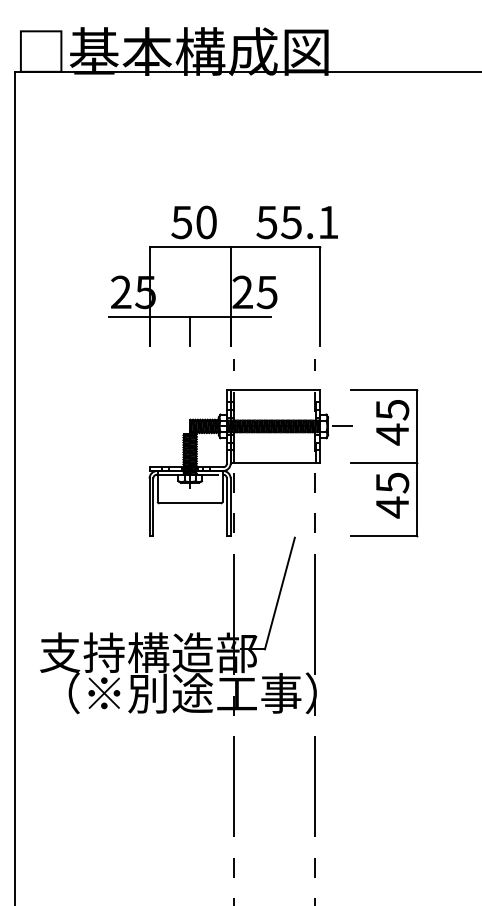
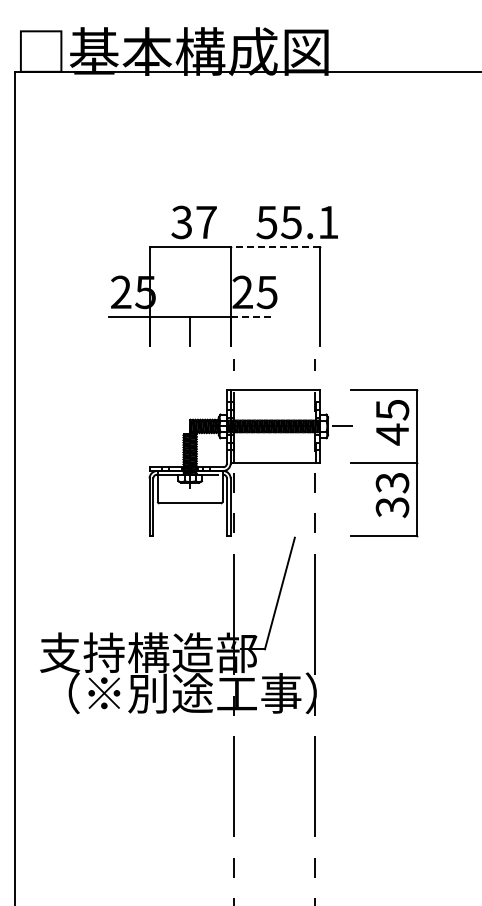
text at (193, 222): 50 -> 37
line at (275, 246): solid -> dashed
line at (251, 316): solid -> dashed
text at (392, 495): 45 -> 33
